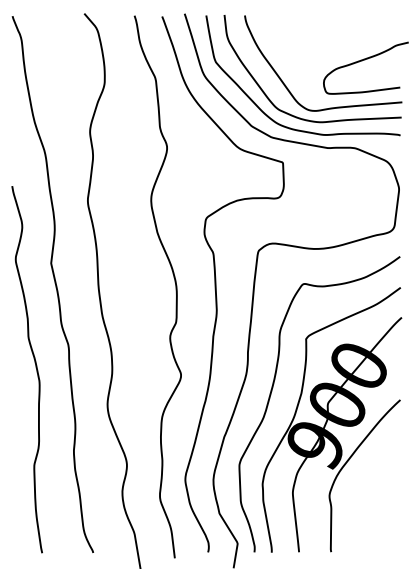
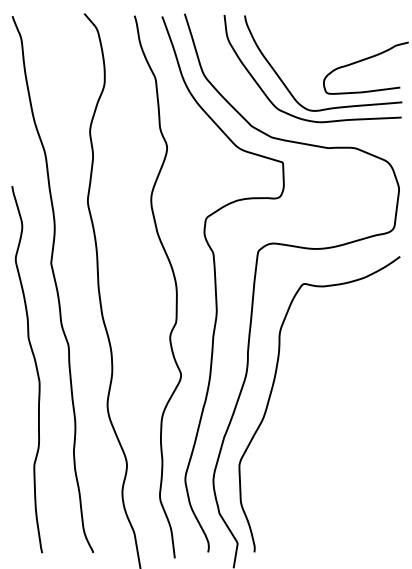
curve at (267, 114): present -> none
part at (331, 419): present -> none
